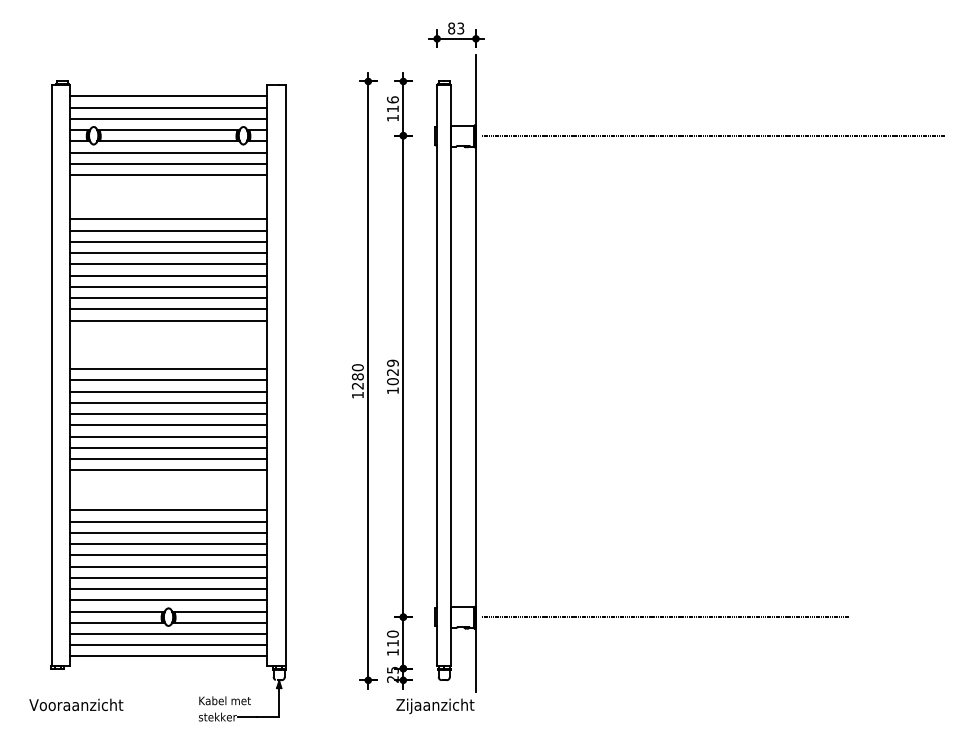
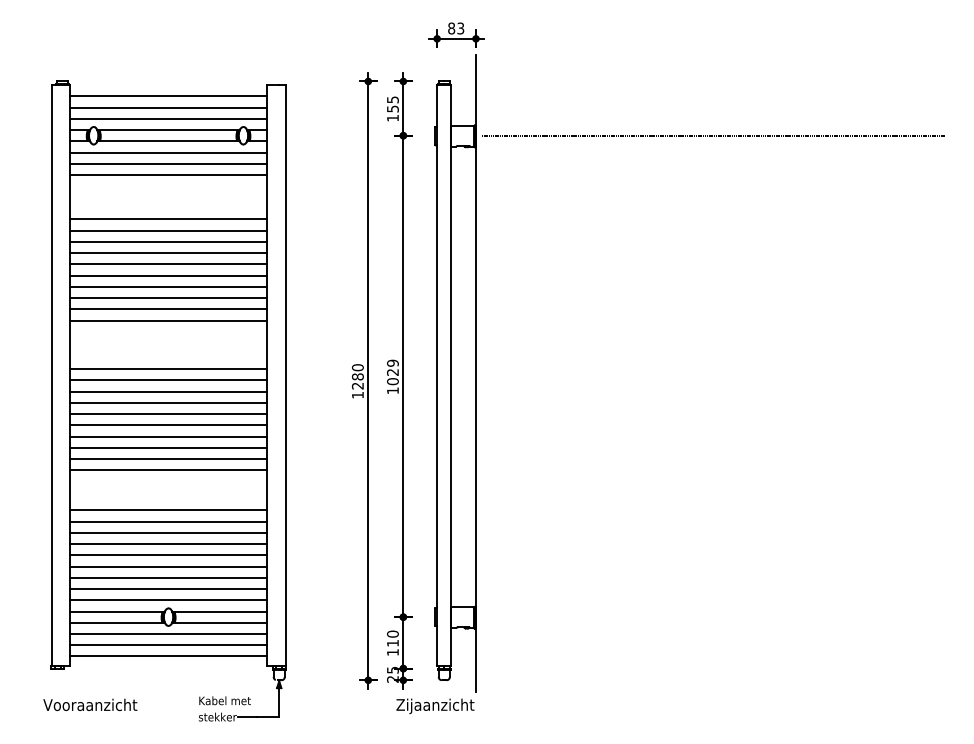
text at (392, 104): 116 -> 155
line at (665, 617): present -> none
text at (76, 704) position: (76, 704) -> (90, 704)
